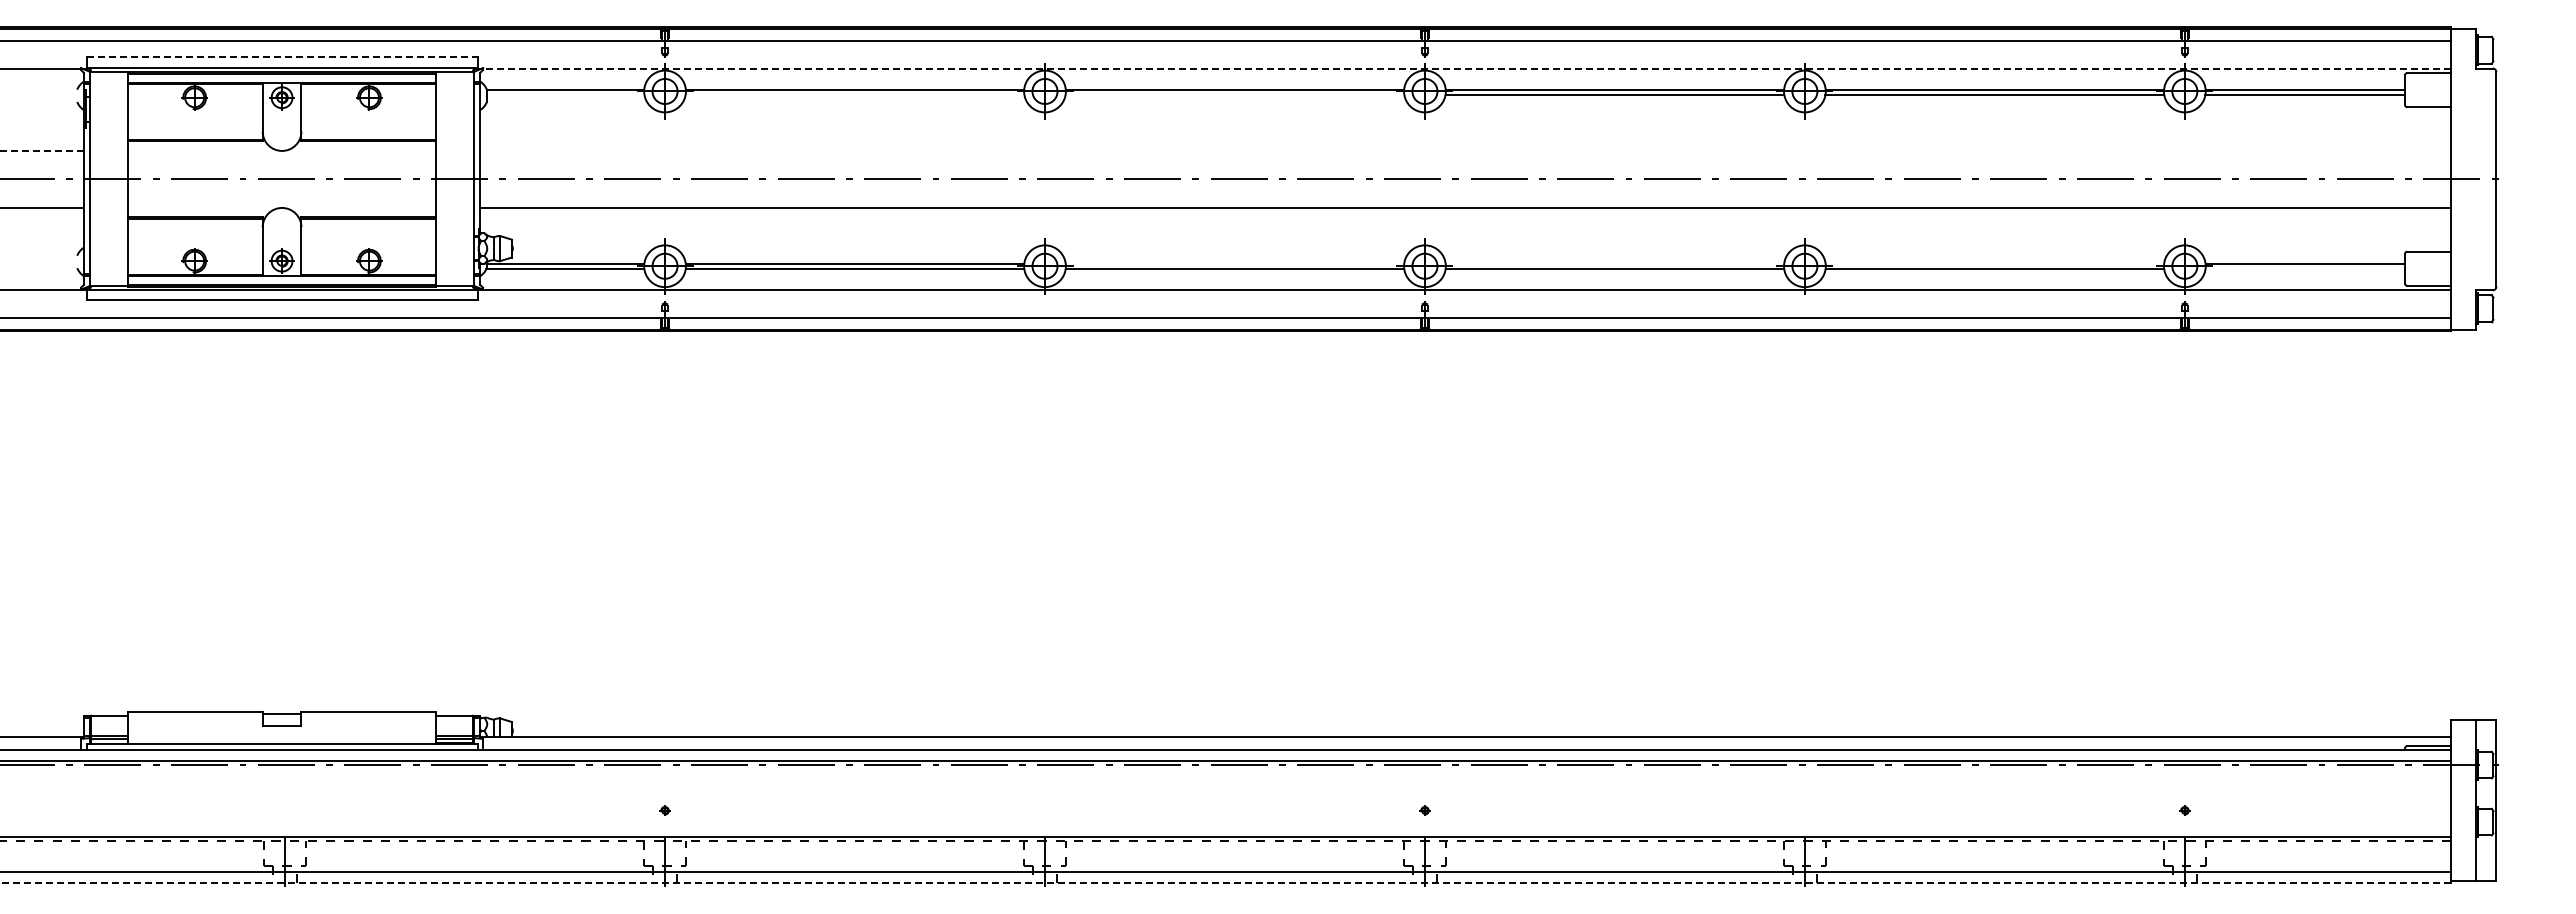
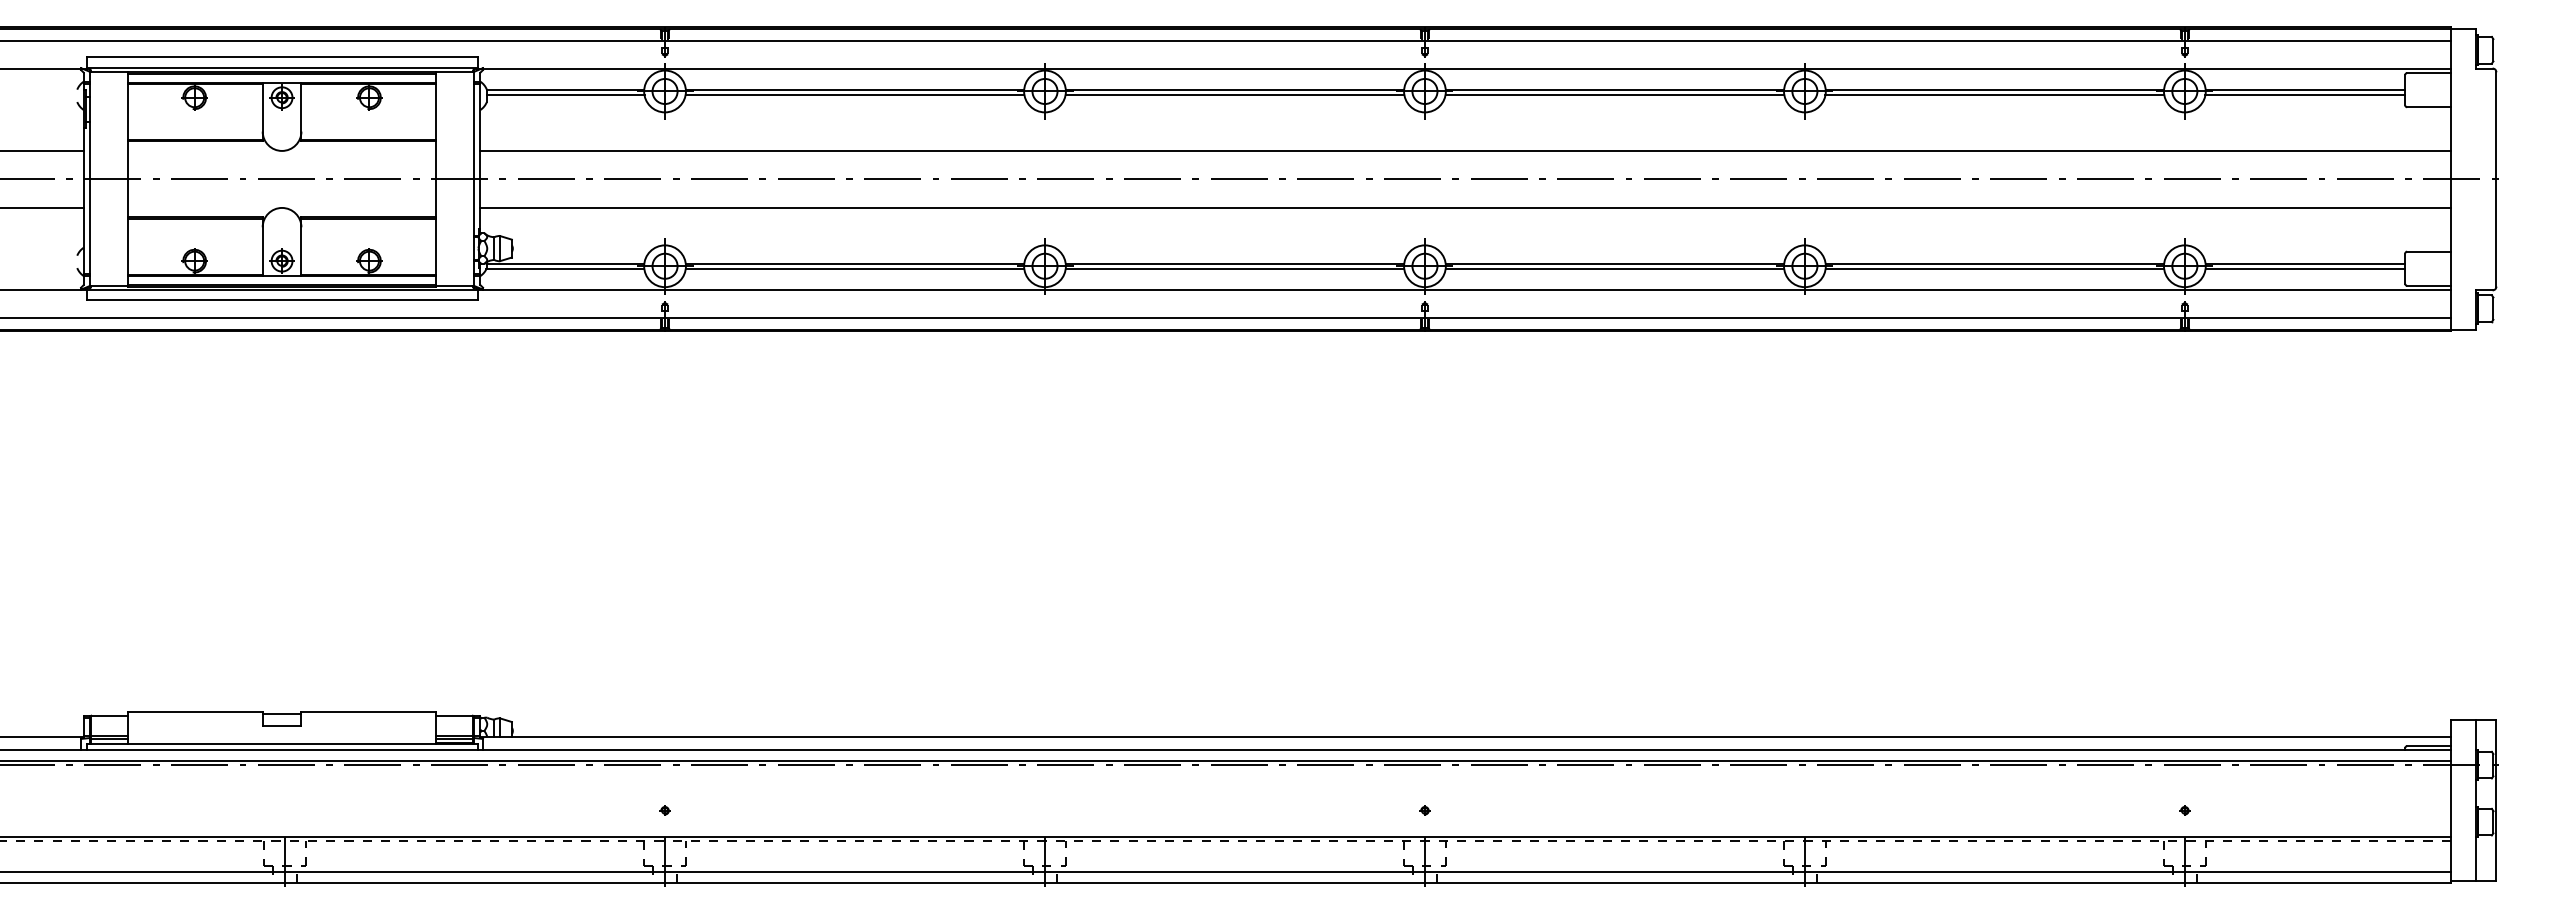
line at (282, 57): dashed -> solid
line at (1466, 69): dashed -> solid
line at (565, 95): none -> present
line at (854, 95): none -> present
line at (1234, 95): none -> present
line at (41, 150): dashed -> solid
line at (1465, 150): none -> present
line at (1234, 263): none -> present
line at (1614, 263): none -> present
line at (1994, 263): none -> present
line at (2305, 269): none -> present
line at (1224, 882): dashed -> solid
